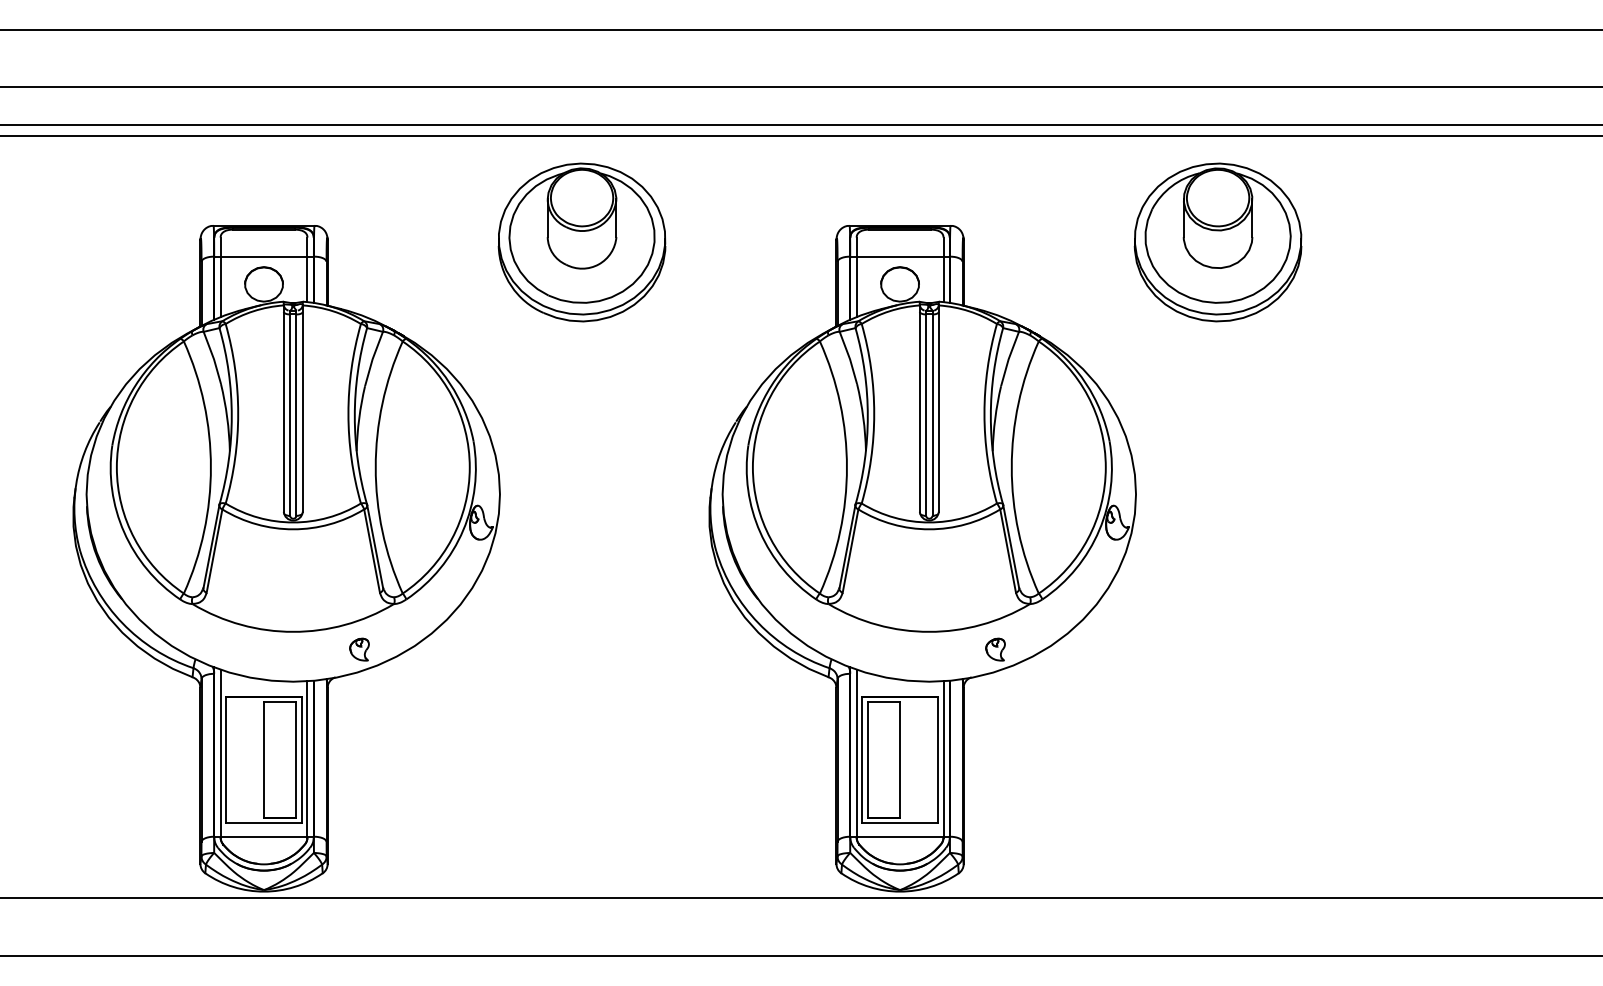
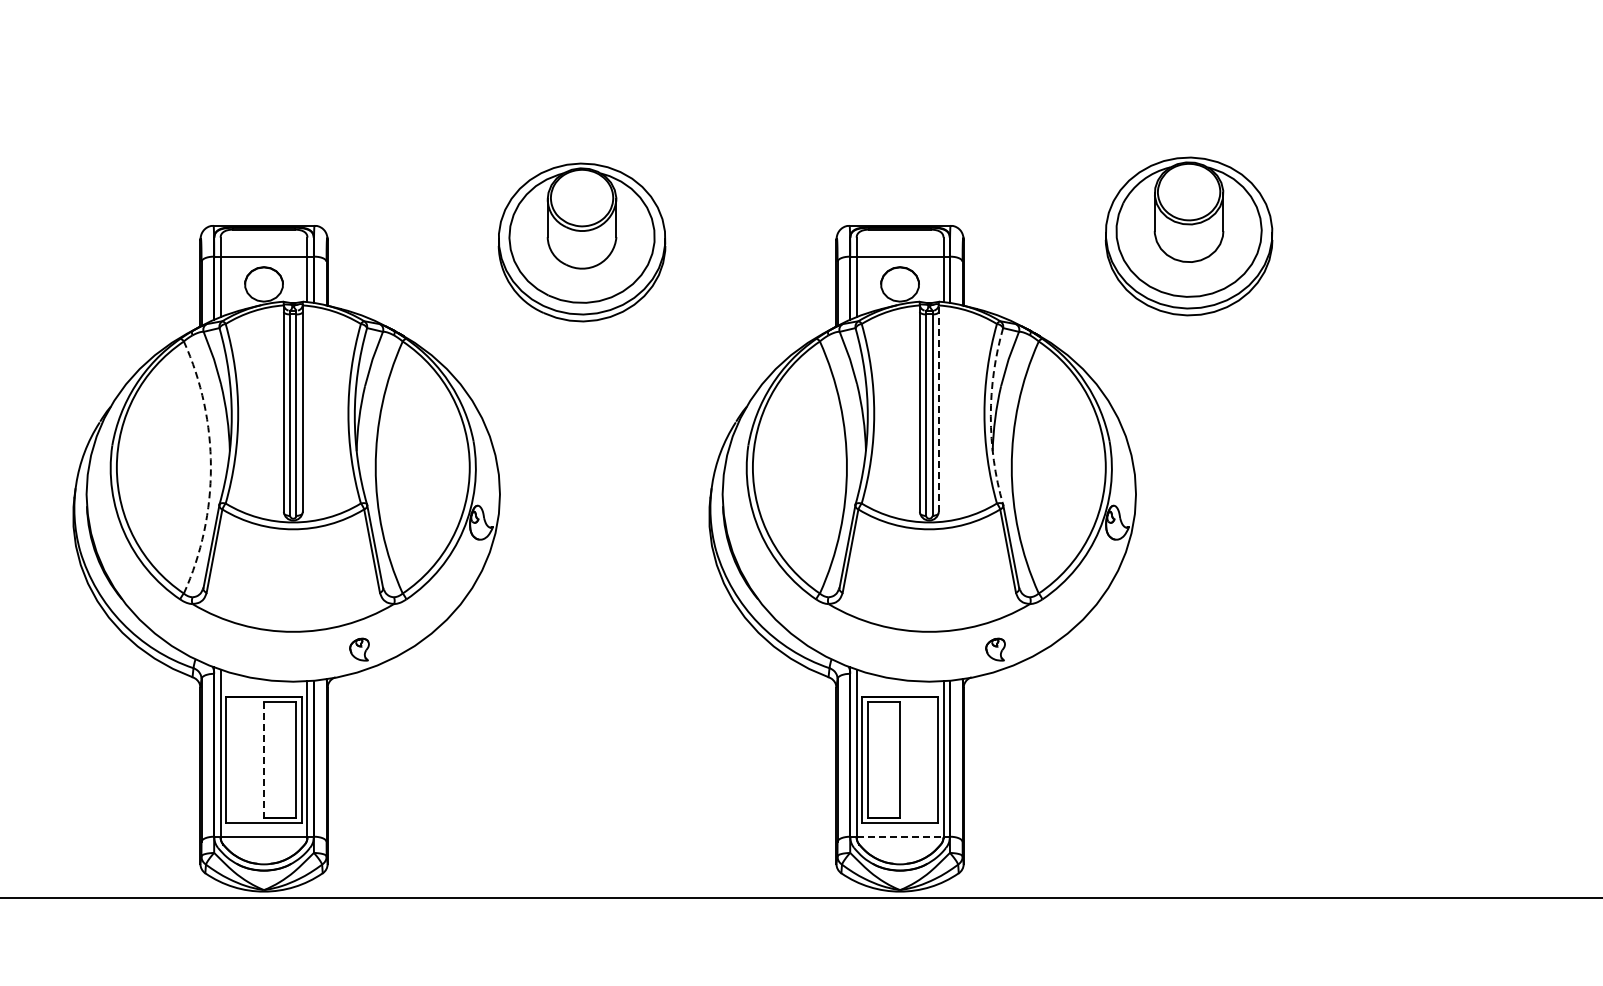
line at (800, 29): present -> none
line at (800, 87): present -> none
line at (800, 125): present -> none
line at (800, 135): present -> none
part at (1217, 242) position: (1217, 242) -> (1188, 236)
line at (938, 408): solid -> dashed
arc at (990, 416): solid -> dashed
arc at (210, 467): solid -> dashed
line at (264, 759): solid -> dashed
line at (900, 836): solid -> dashed
line at (800, 956): present -> none
